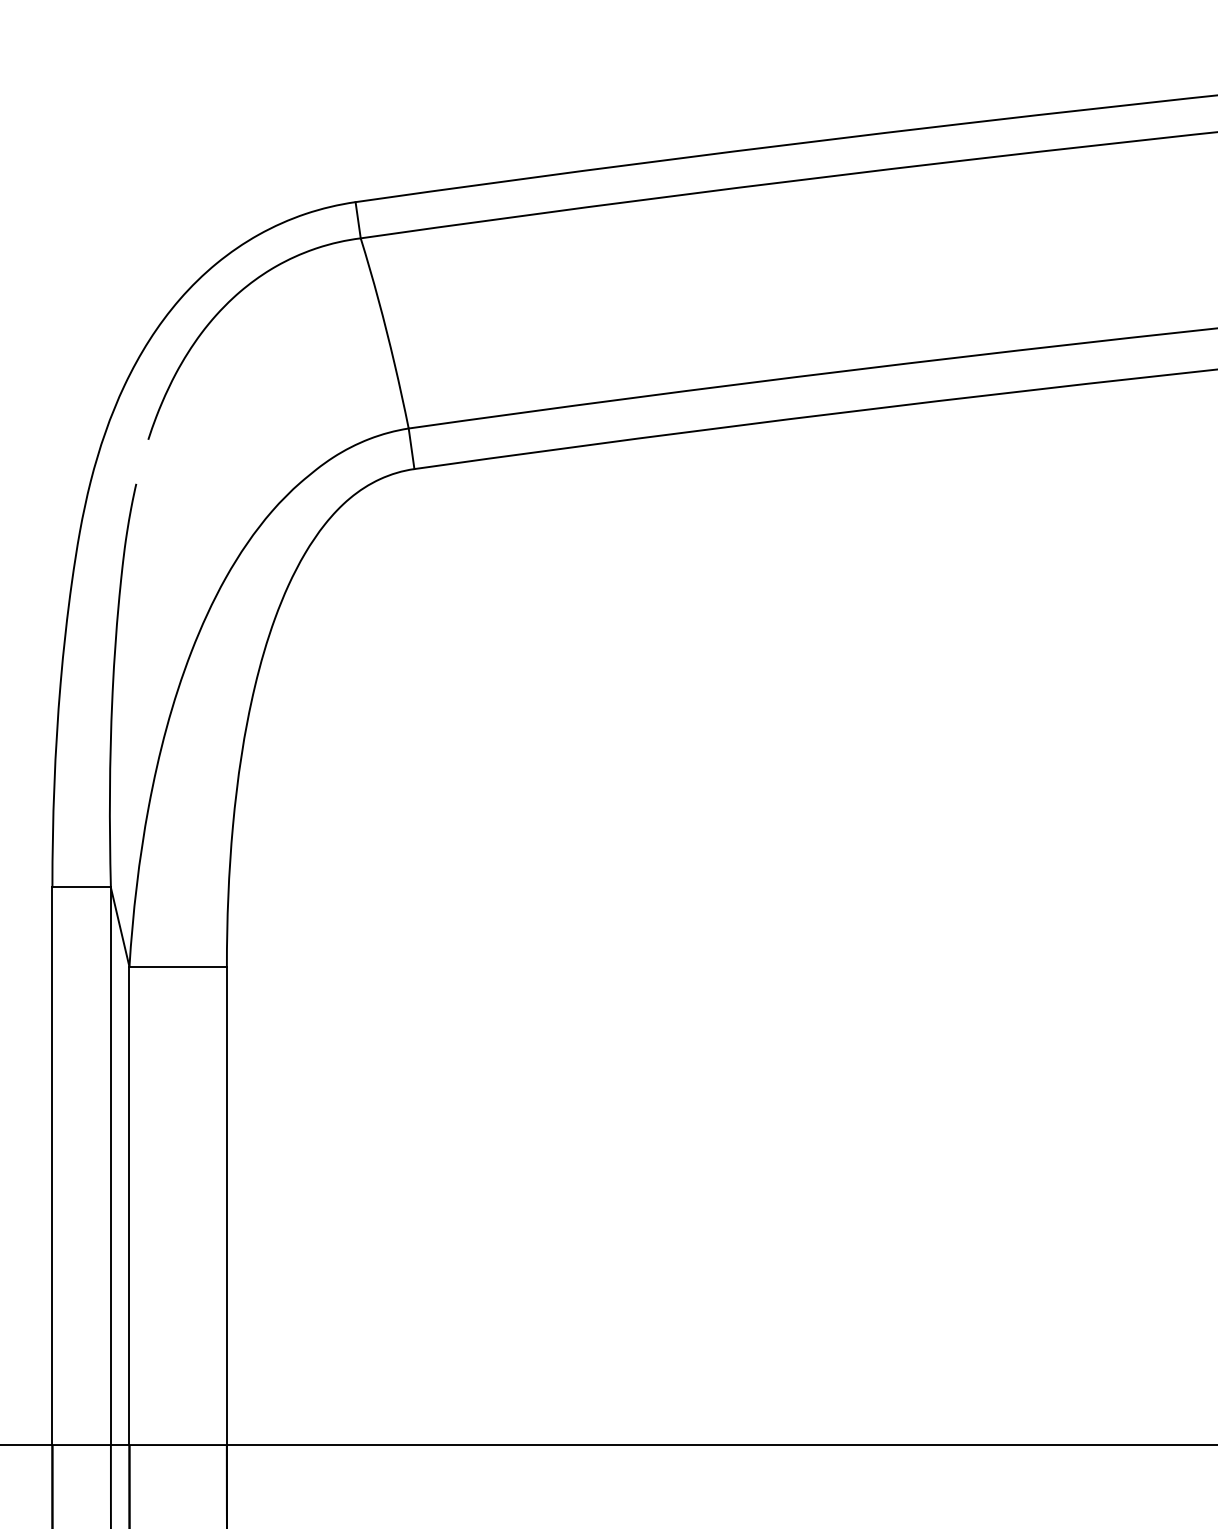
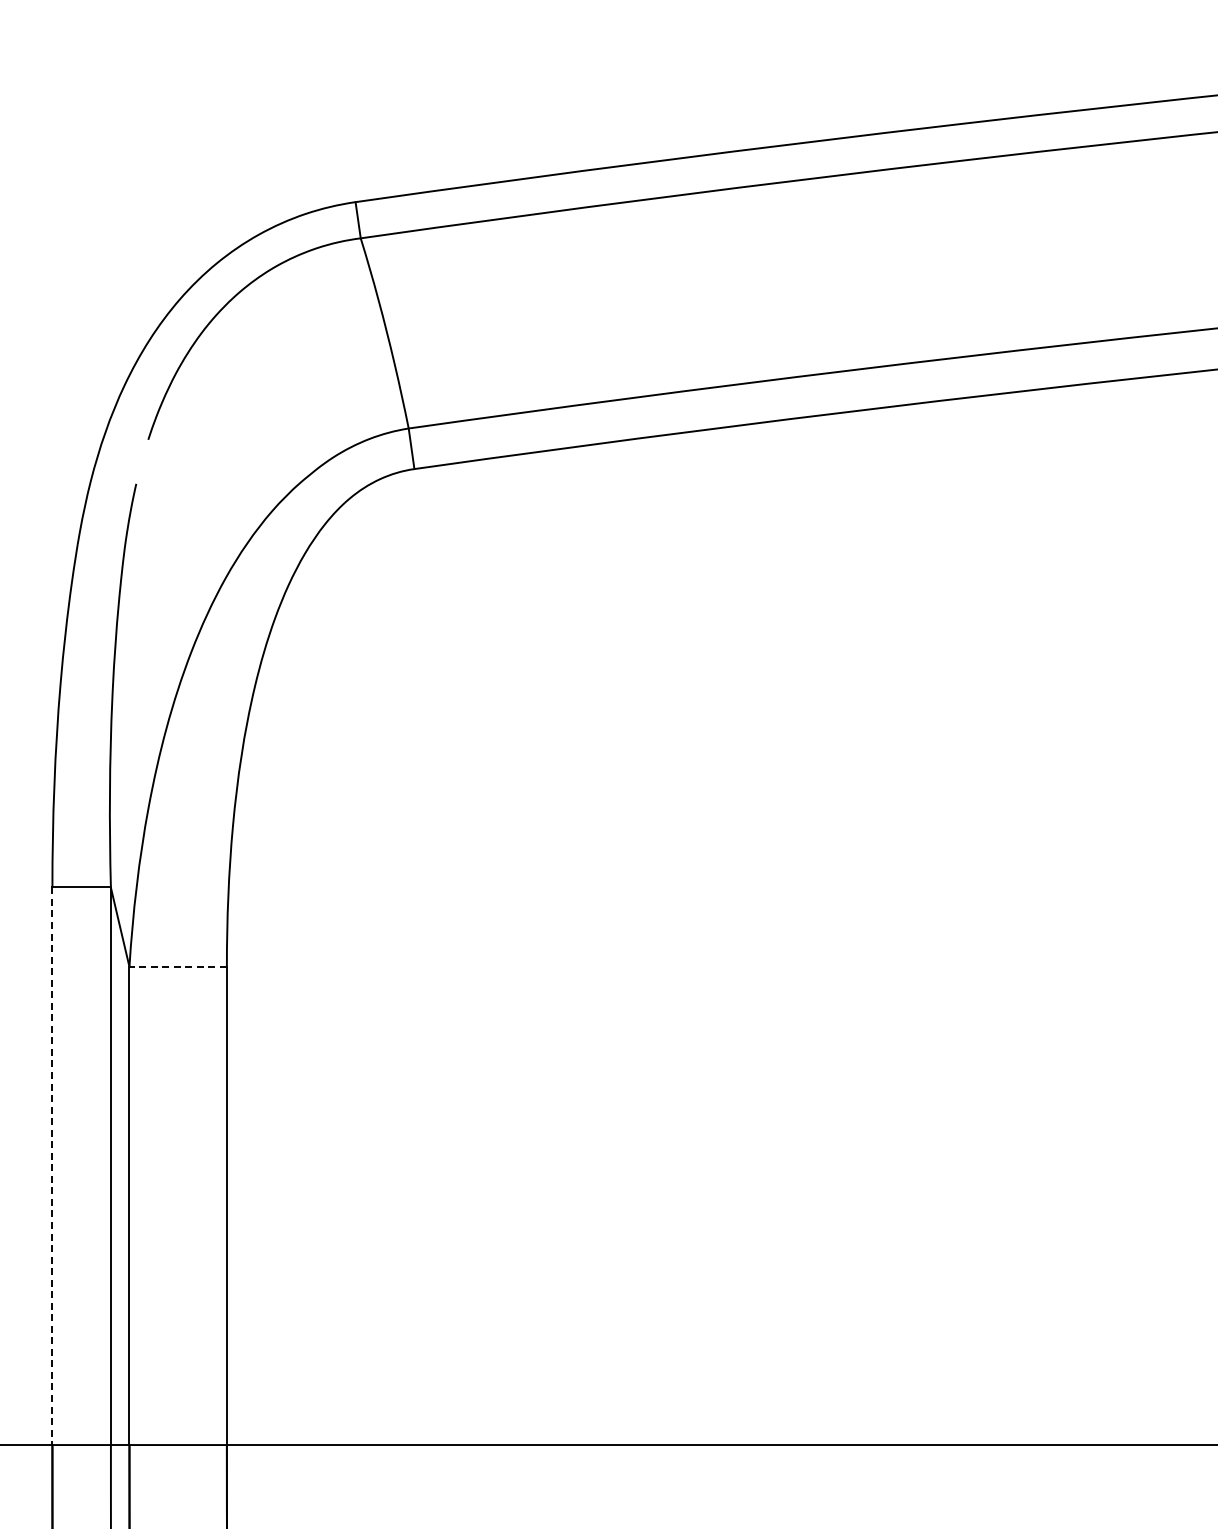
line at (178, 966): solid -> dashed
line at (52, 1166): solid -> dashed
